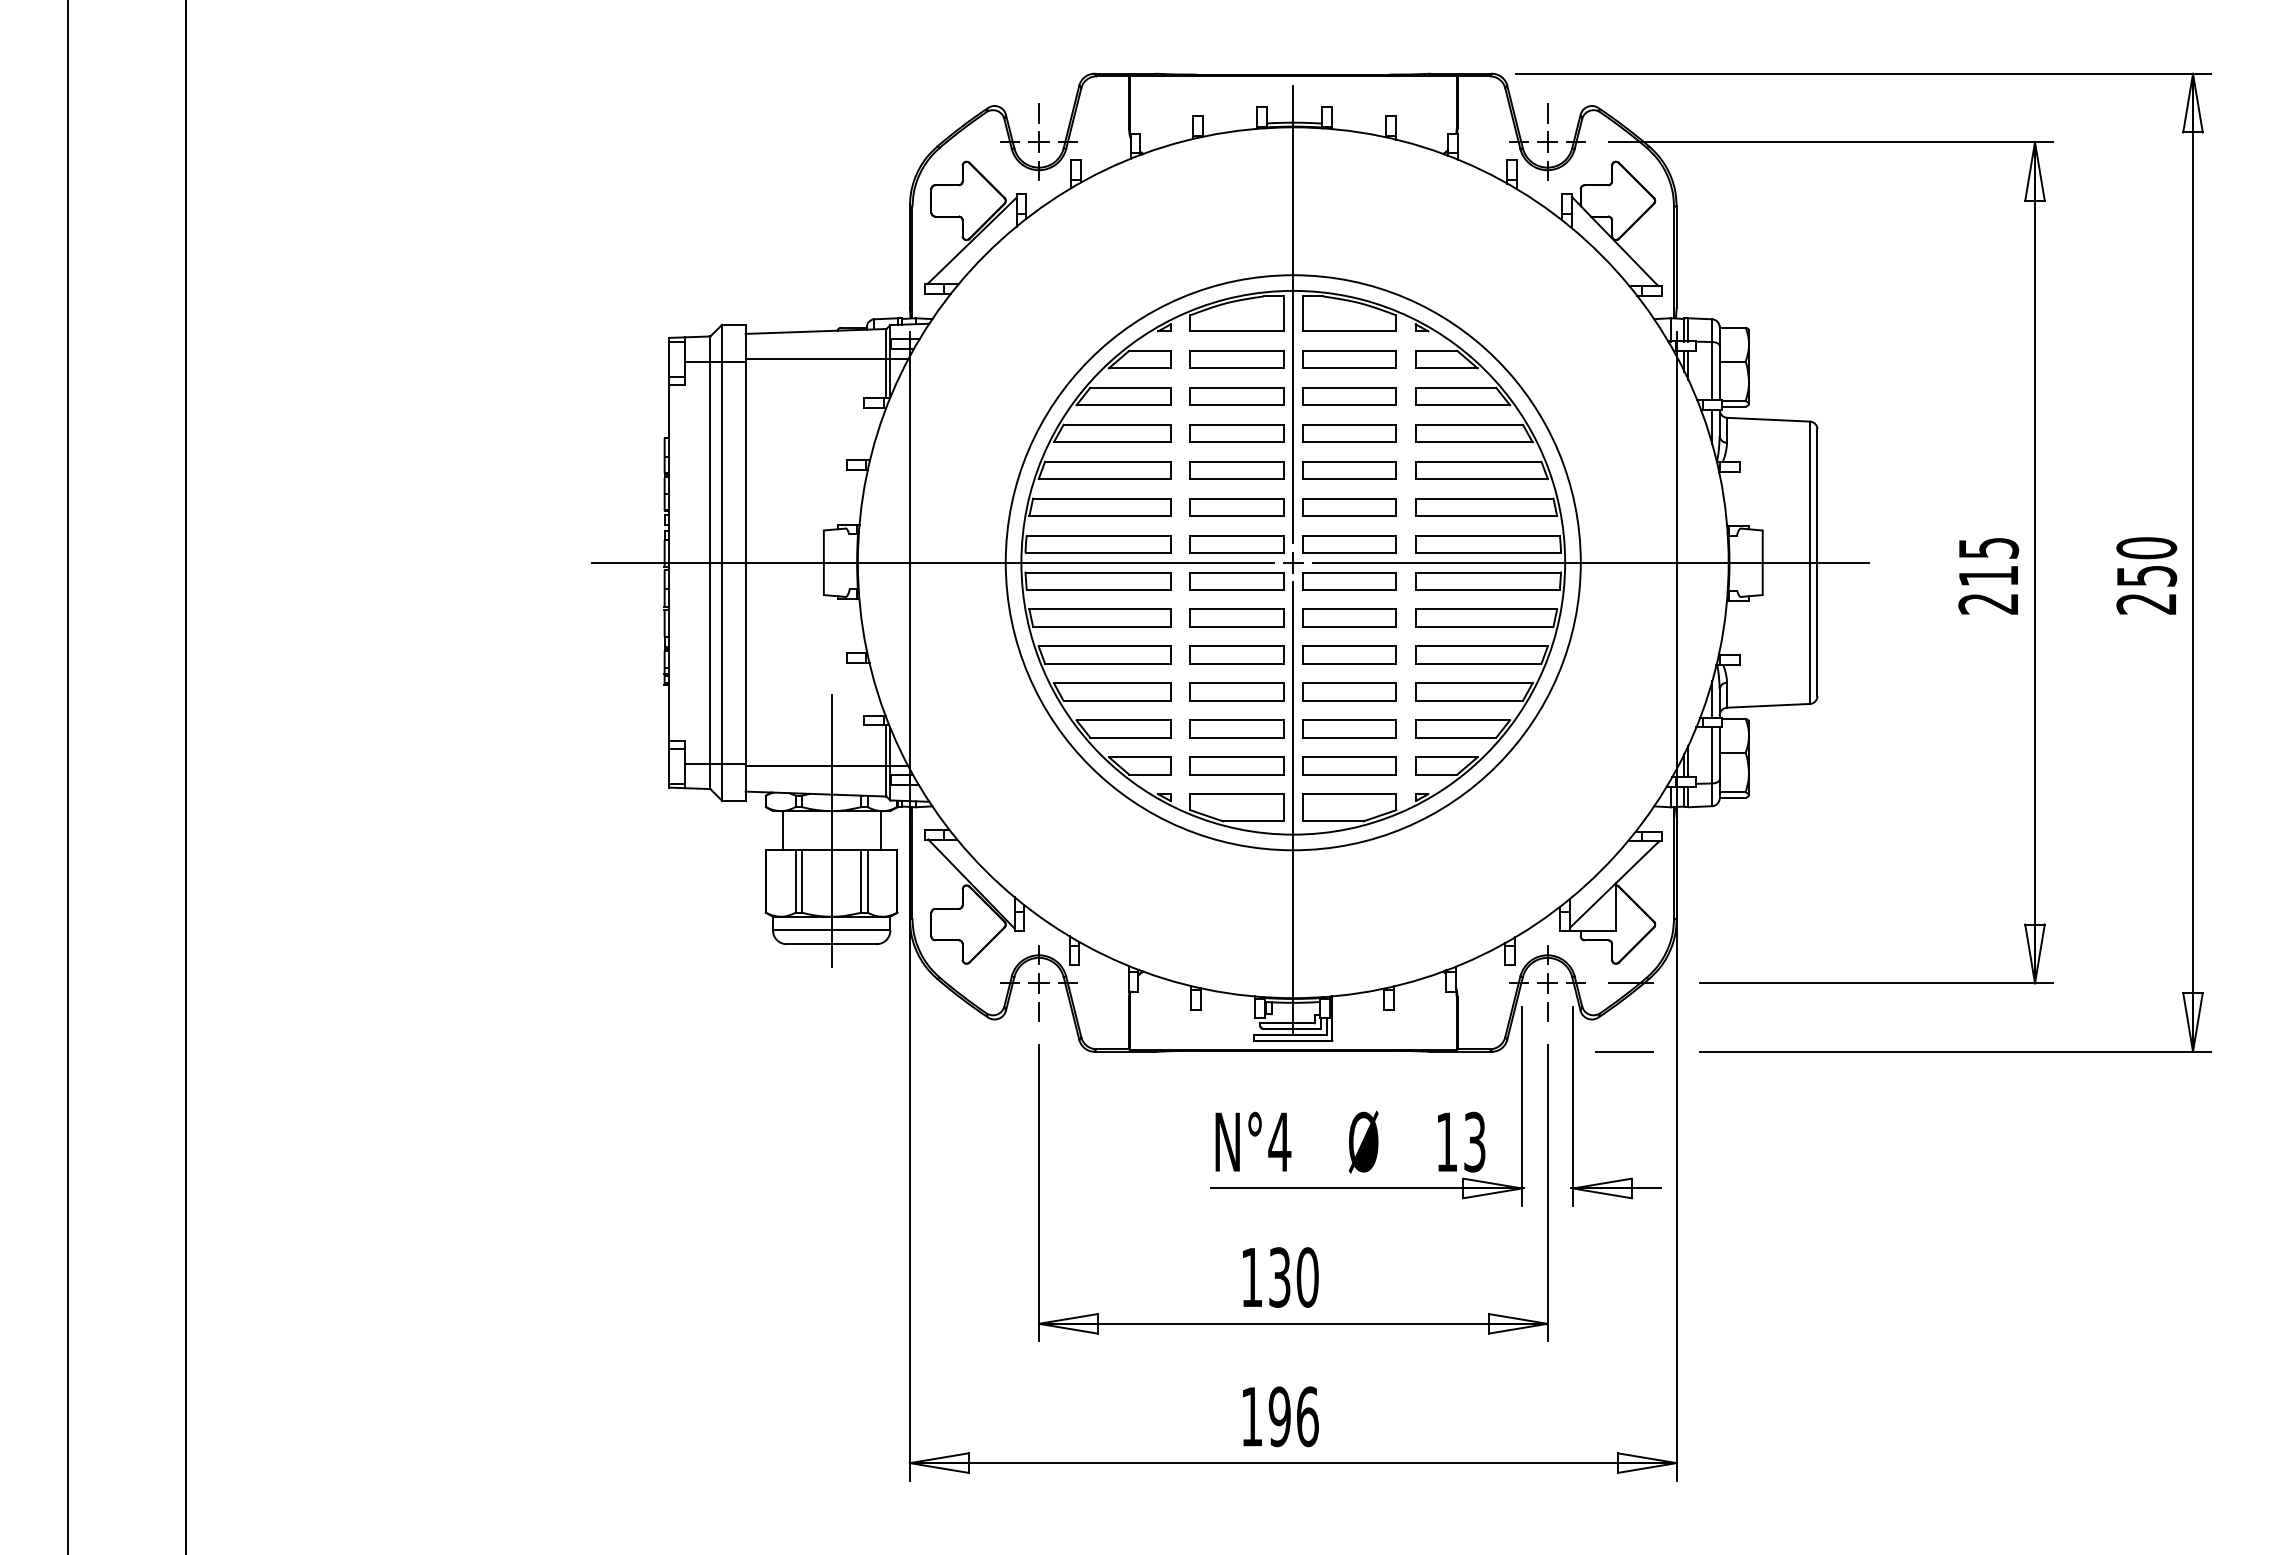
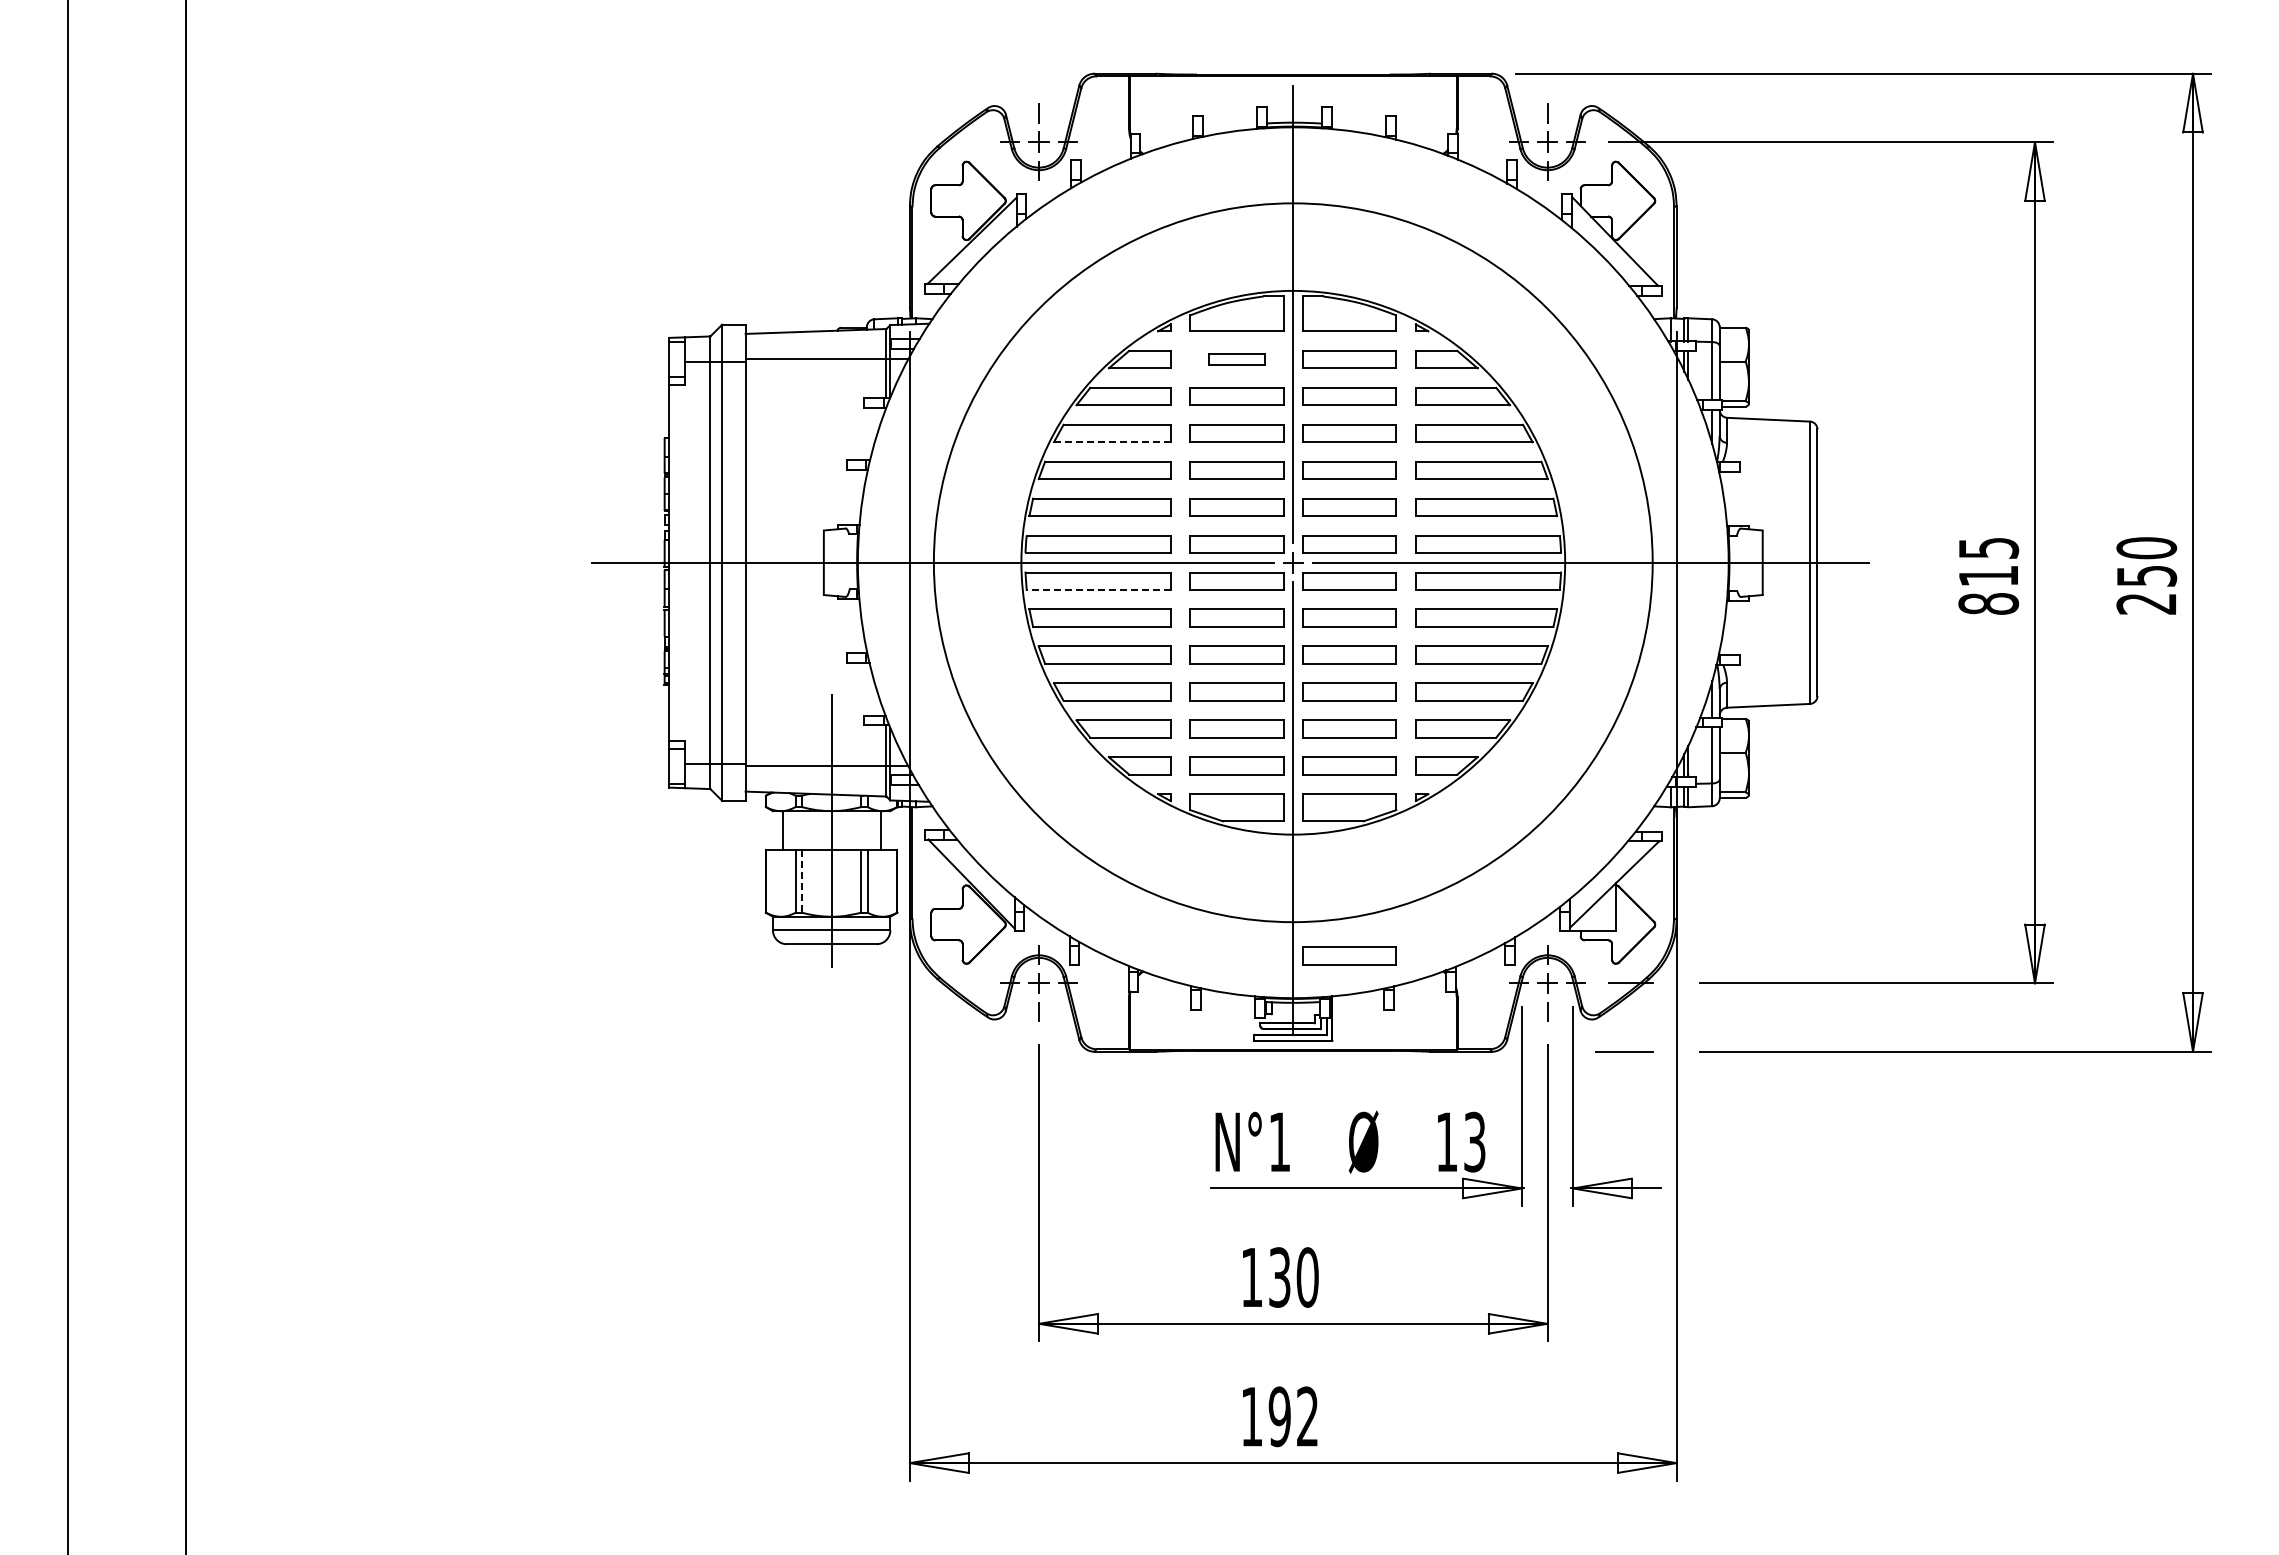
part at (1236, 359) size: 96x19 px -> 58x13 px
line at (1111, 442): solid -> dashed
circle at (1292, 562) diameter: 575 px -> 719 px
line at (1098, 589): solid -> dashed
text at (1988, 603): 215 -> 815
line at (801, 881): solid -> dashed
part at (1349, 955): none -> present
text at (1279, 1141): N°4 -> N°1
text at (1307, 1416): 196 -> 192
